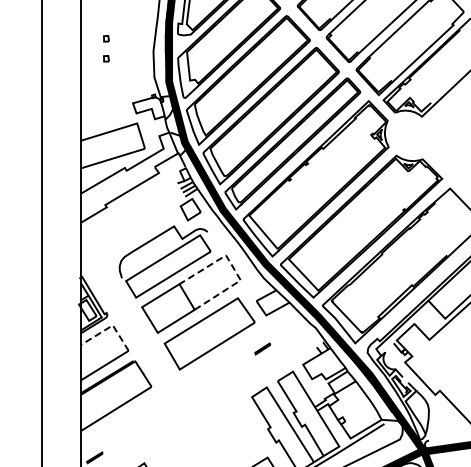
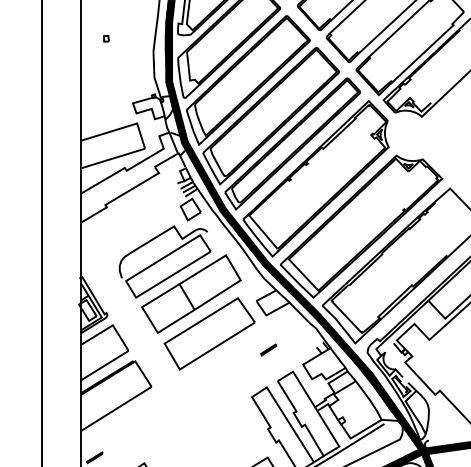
part at (106, 58): present -> none
line at (233, 267): dashed -> solid
line at (109, 327): dashed -> solid
part at (262, 348) position: (262, 348) -> (268, 349)
